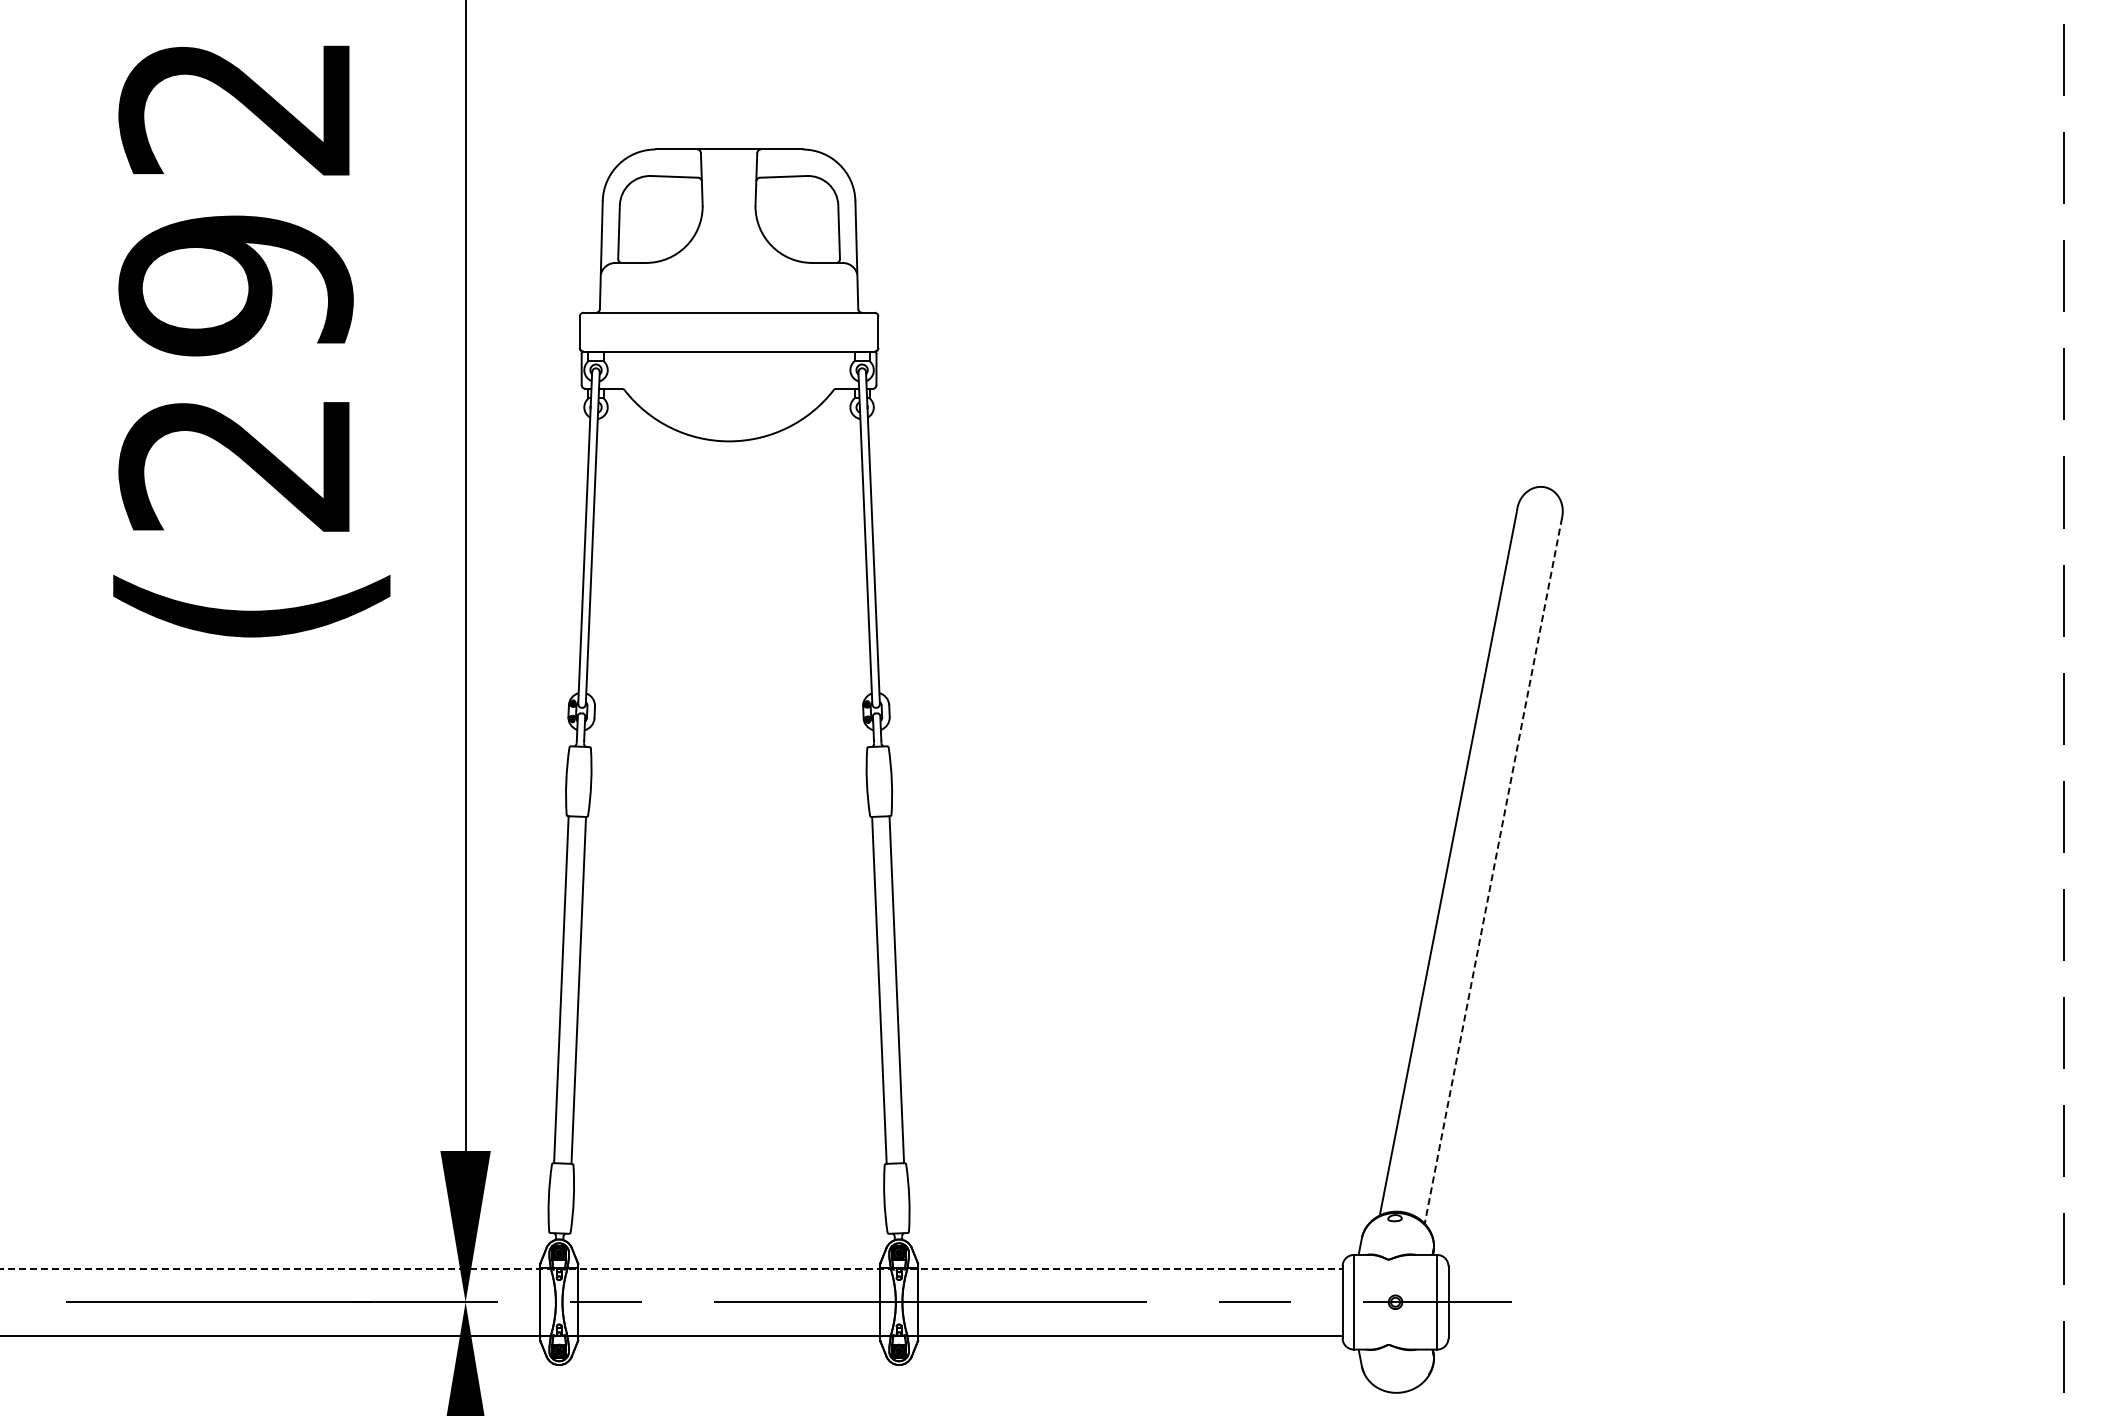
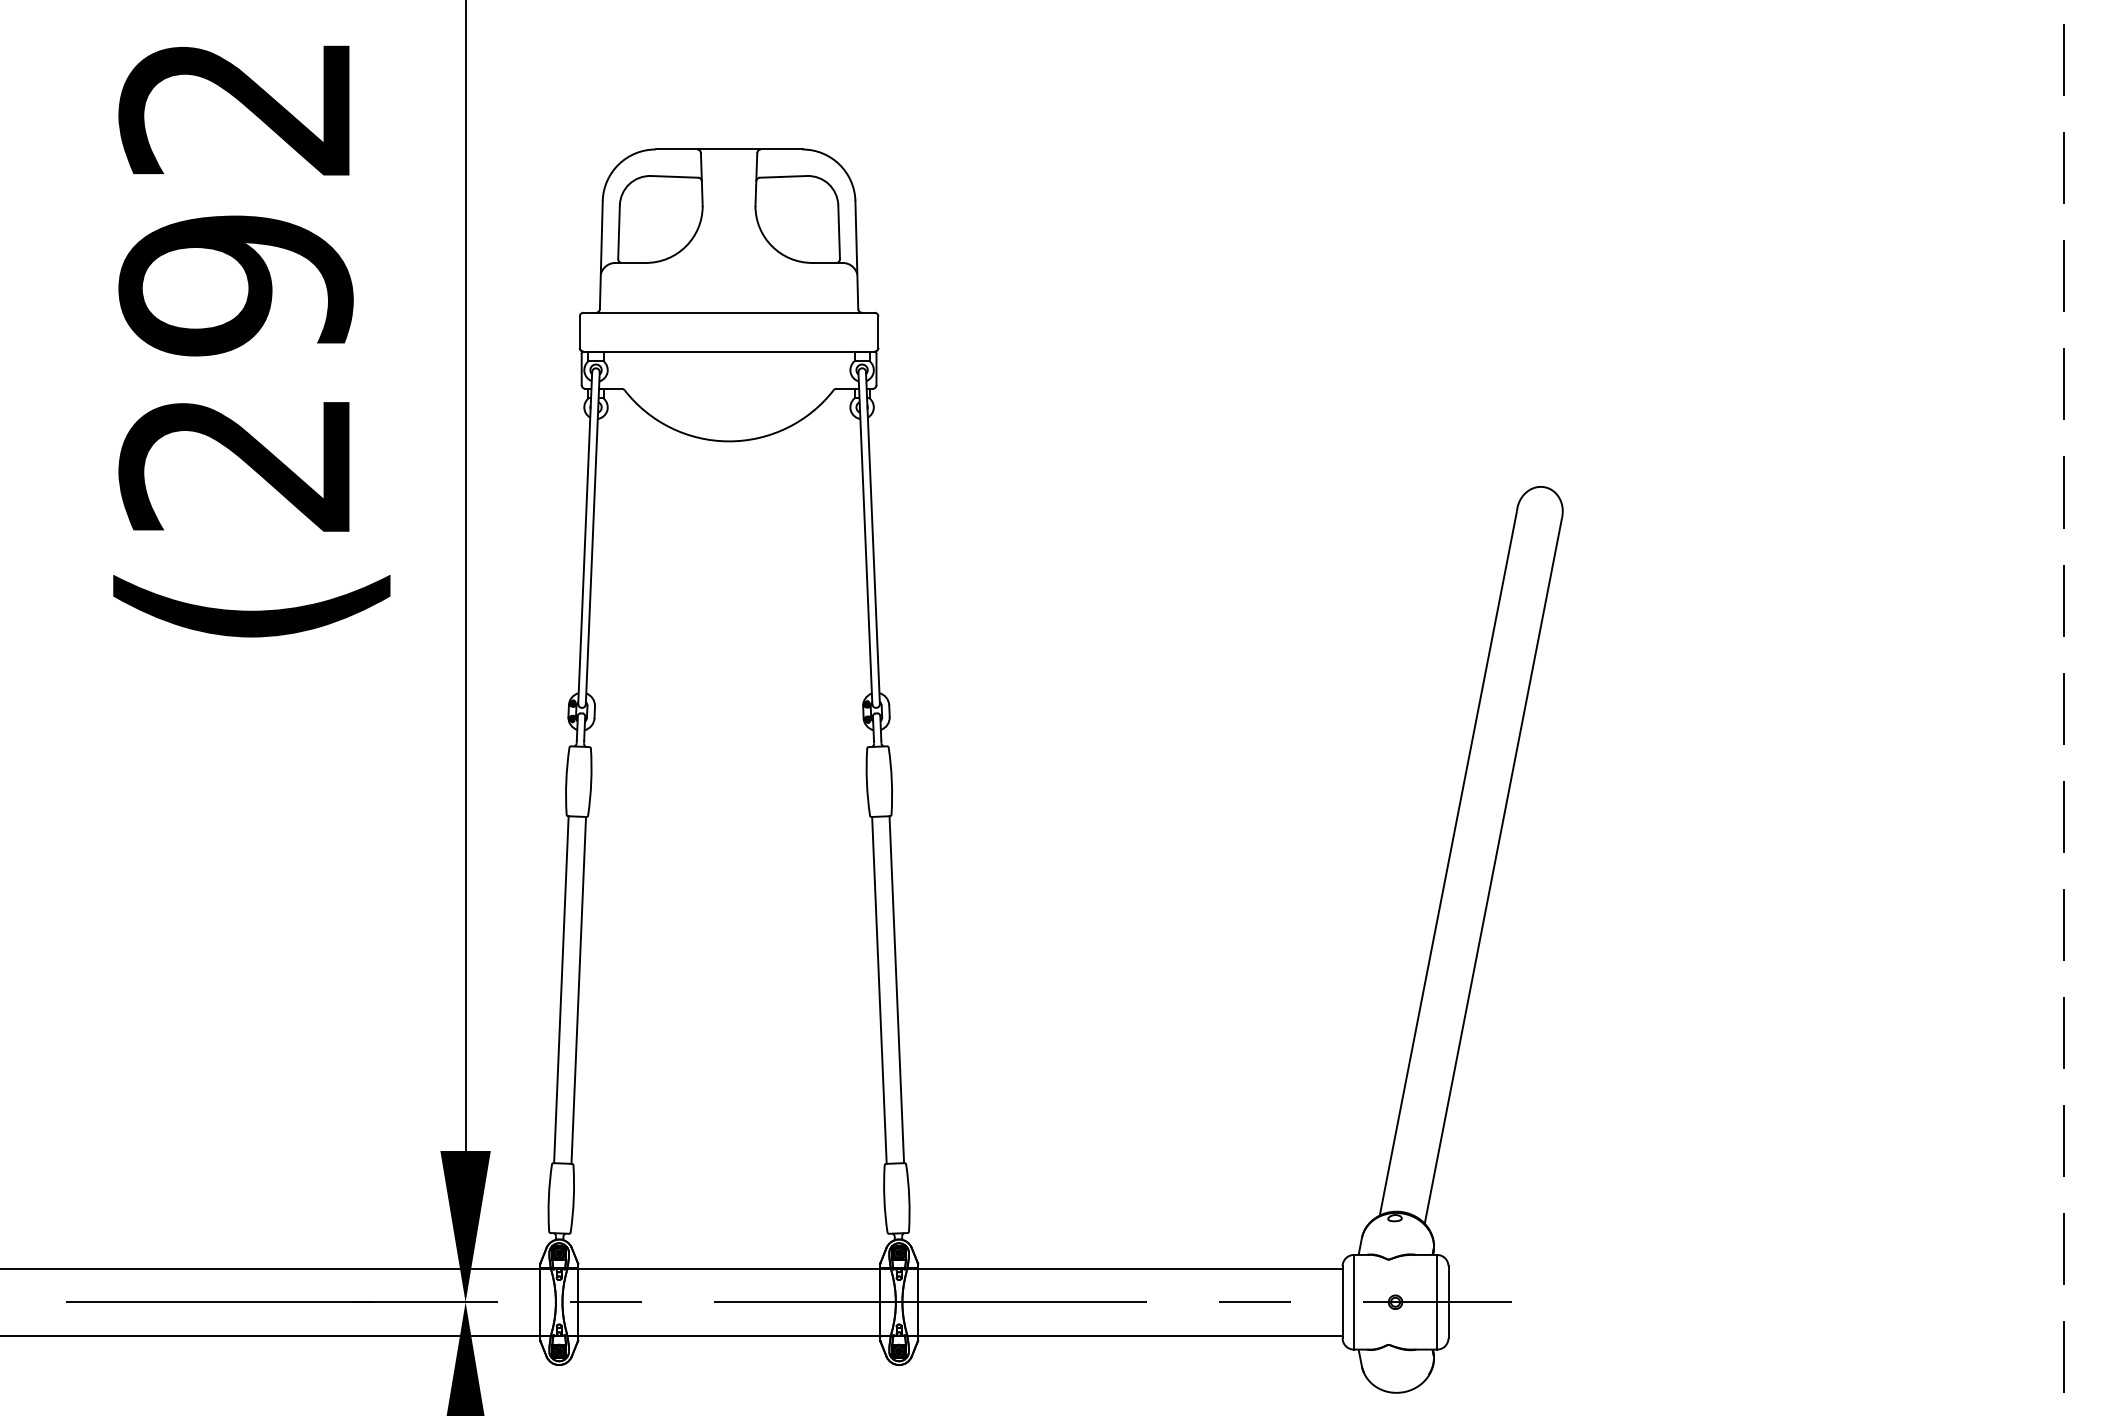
line at (1493, 870): dashed -> solid
line at (671, 1268): dashed -> solid
